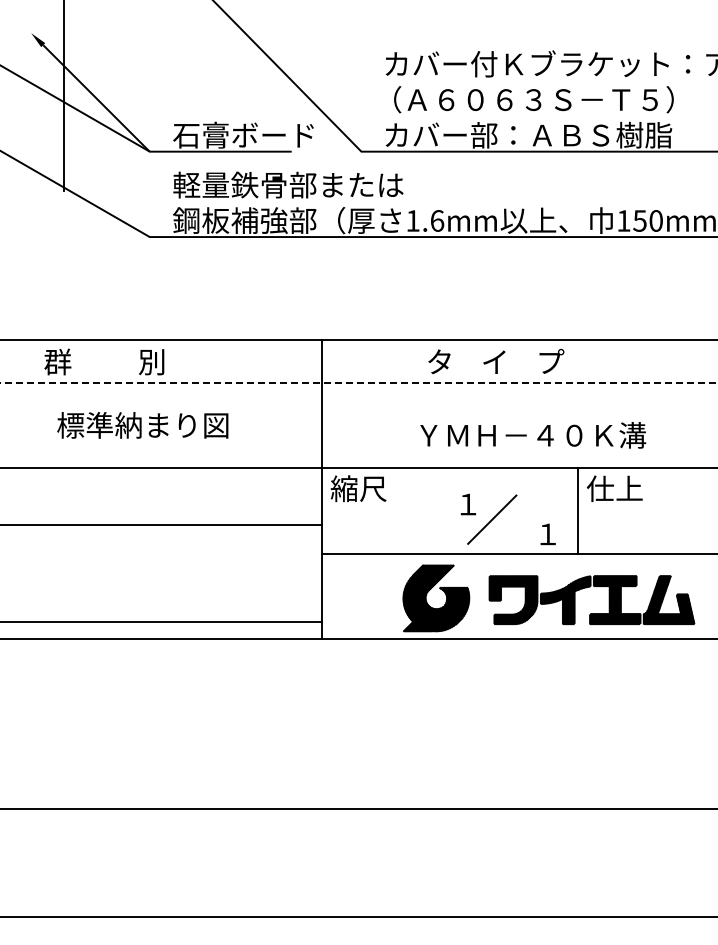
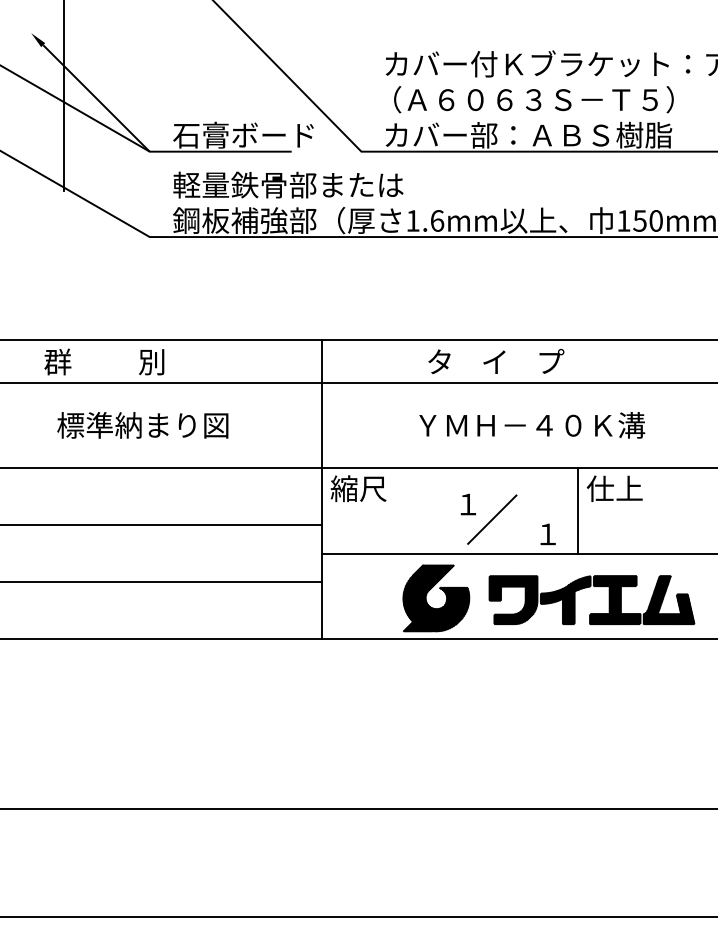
line at (359, 383): dashed -> solid
text at (533, 435) position: (533, 435) -> (532, 425)
line at (161, 622) position: (161, 622) -> (161, 582)
